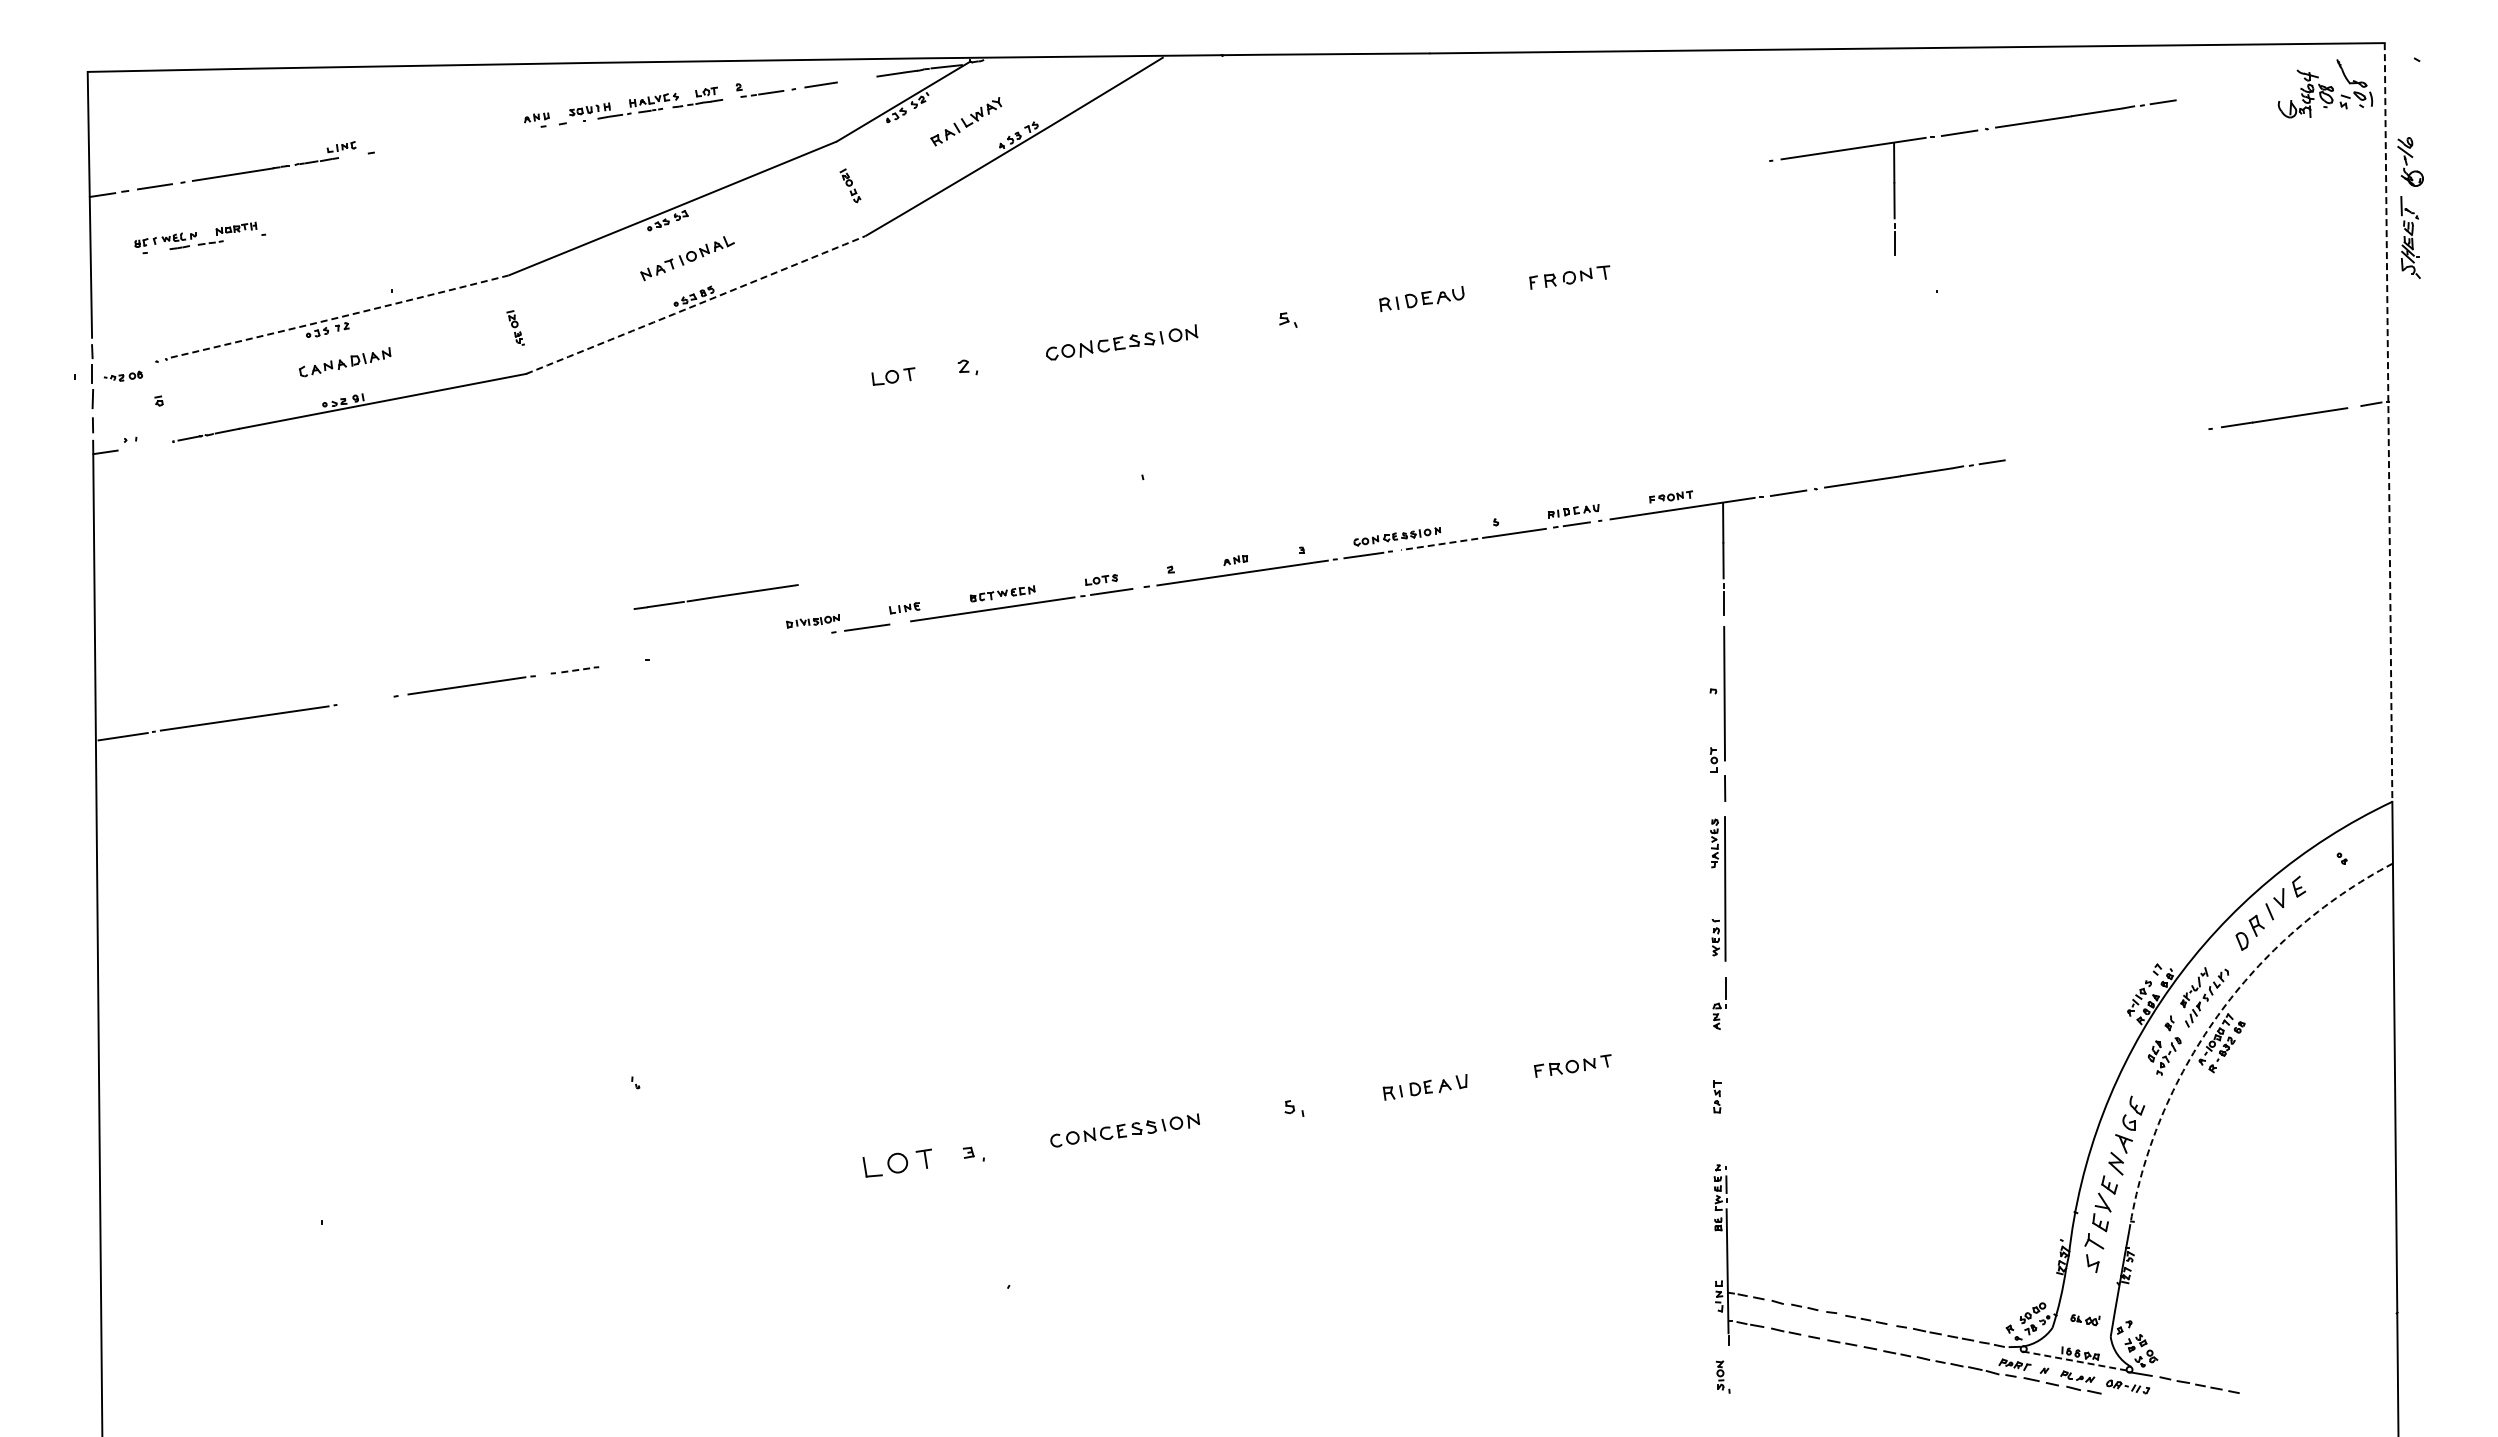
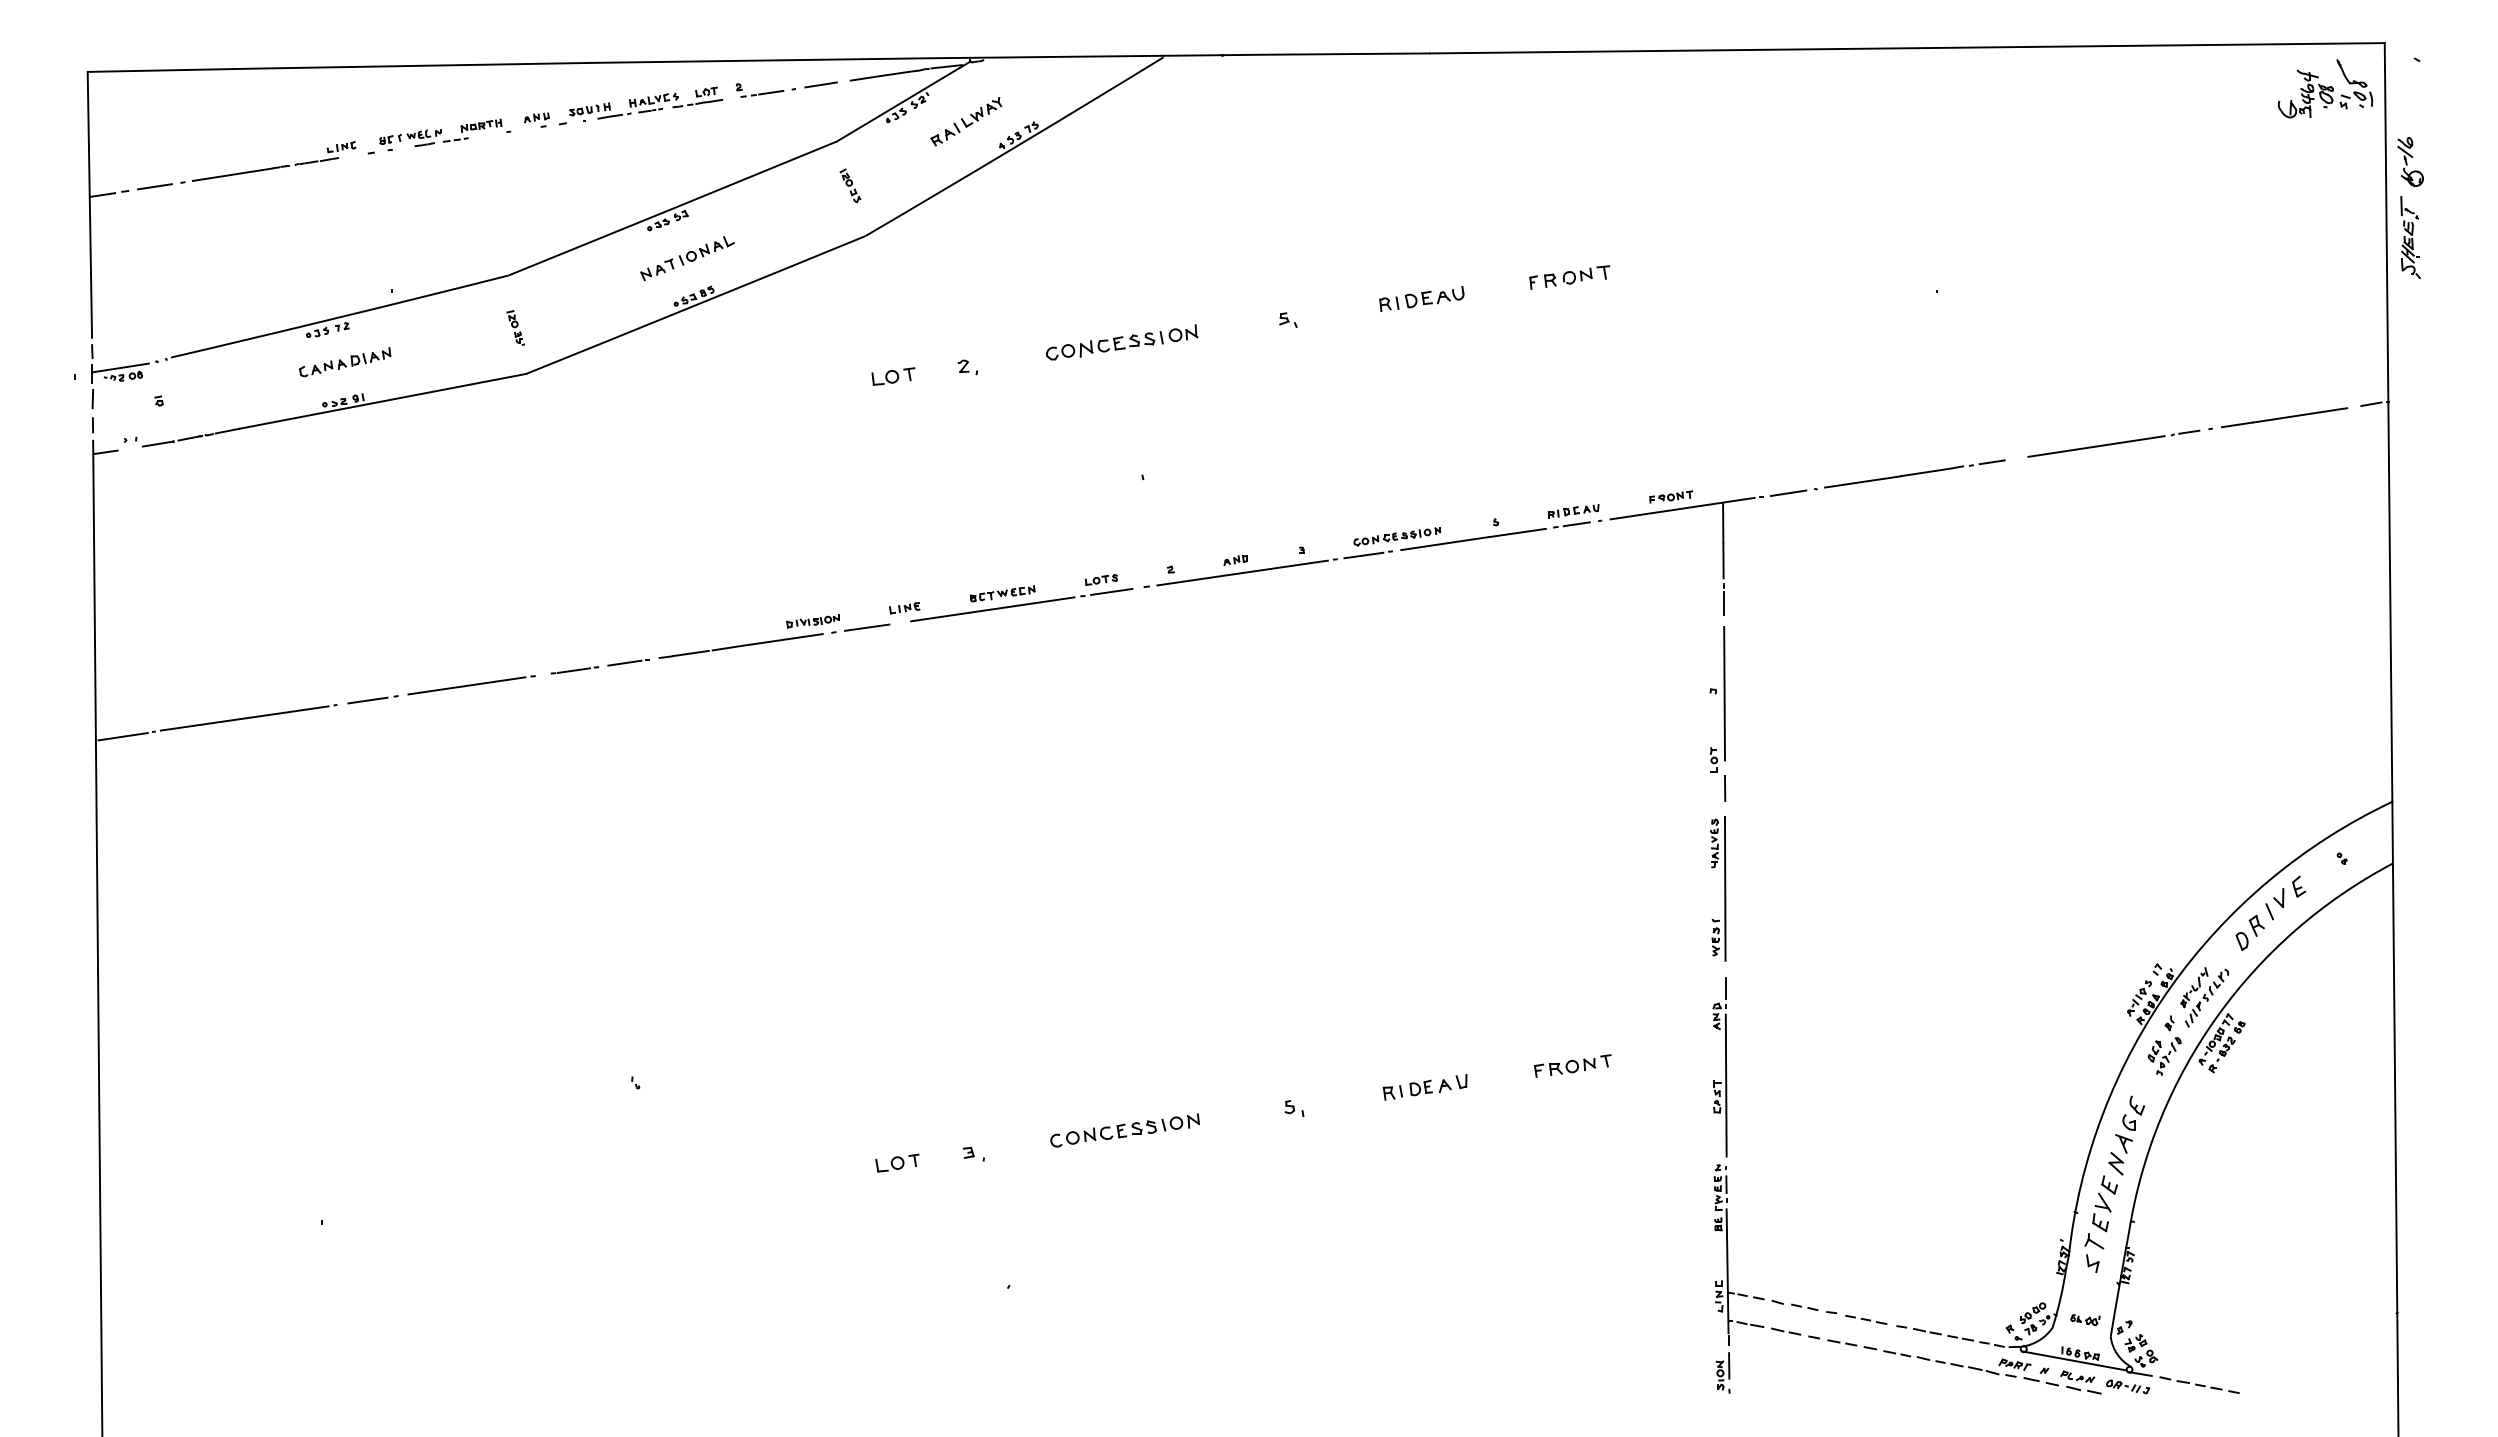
line at (862, 78): none -> present
part at (1966, 133): present -> none
part at (199, 237) position: (199, 237) -> (444, 134)
arc at (695, 305): dashed -> solid
arc at (339, 317): dashed -> solid
line at (120, 367): none -> present
line at (2388, 422): dashed -> solid
line at (157, 443): none -> present
line at (2113, 443): none -> present
line at (1444, 543): dashed -> solid
line at (715, 596) position: (715, 596) -> (740, 645)
line at (624, 662): none -> present
line at (573, 670): dashed -> solid
line at (367, 700): none -> present
arc at (2217, 1016): dashed -> solid
line at (1725, 1085): none -> present
part at (896, 1162) size: 70x30 px -> 45x20 px
line at (2074, 1360): dashed -> solid
line at (1729, 1365): none -> present
